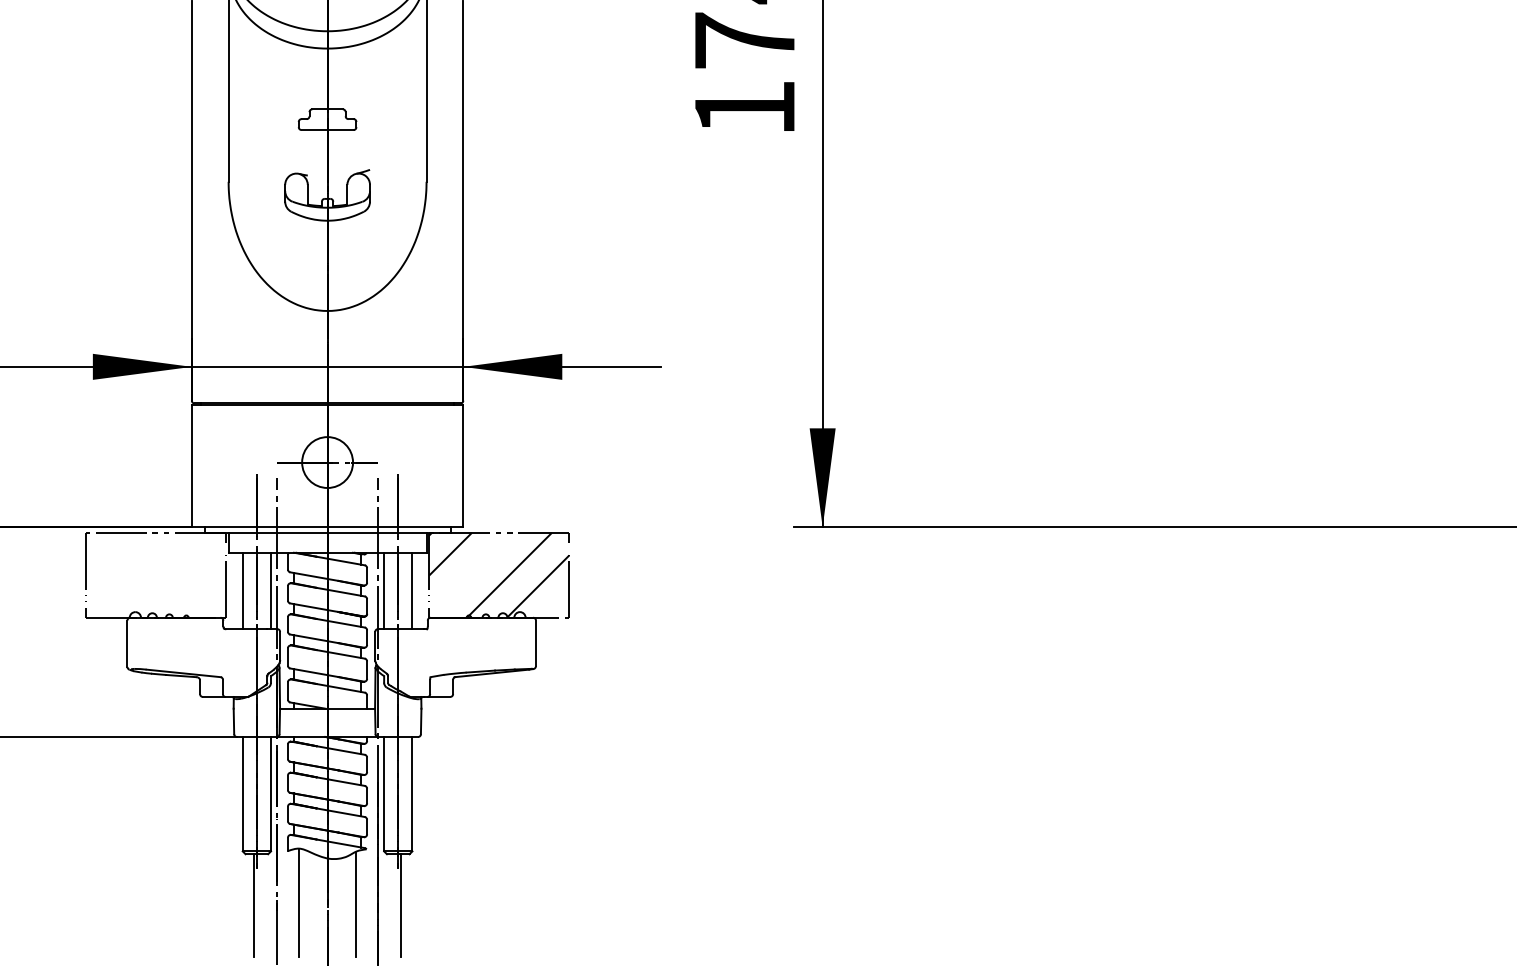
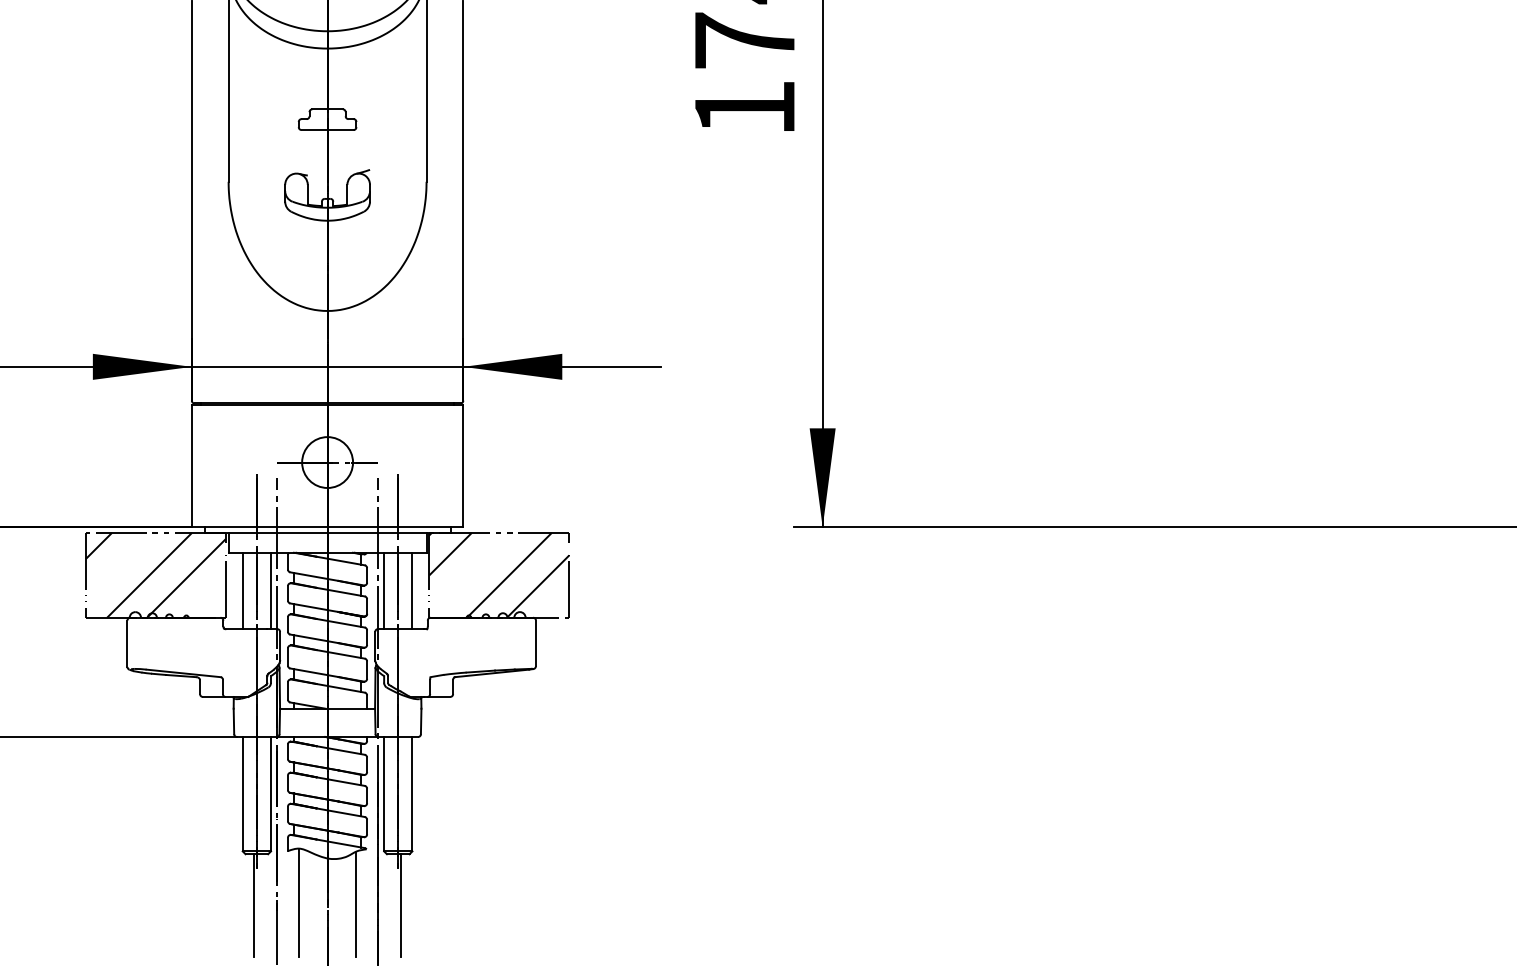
hatch at (155, 574): none -> present
